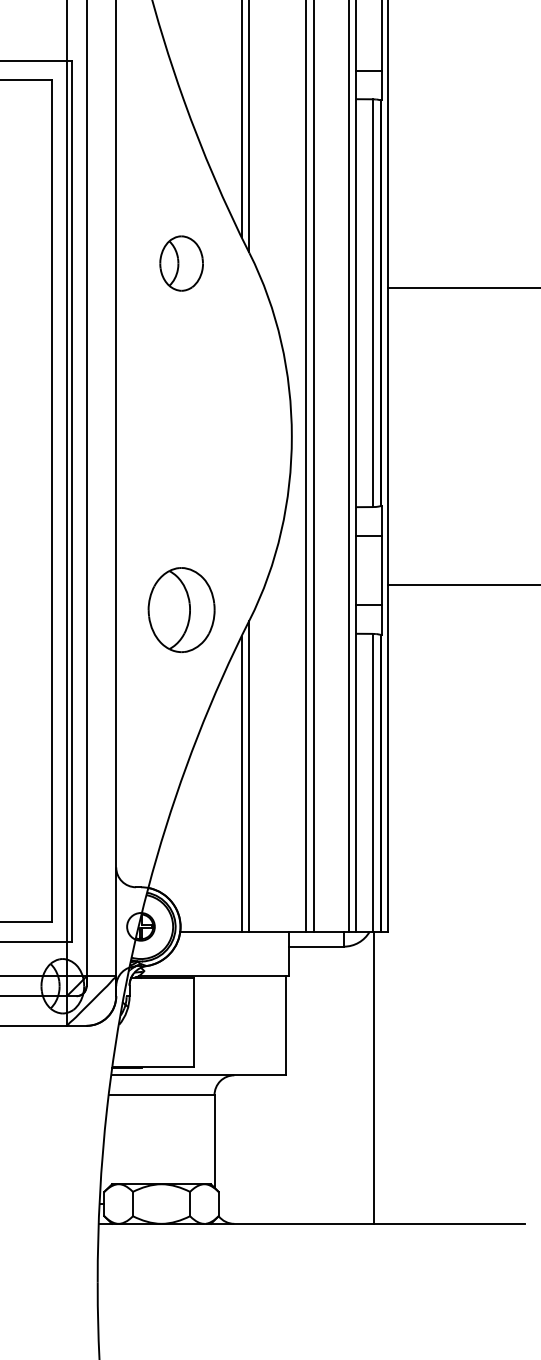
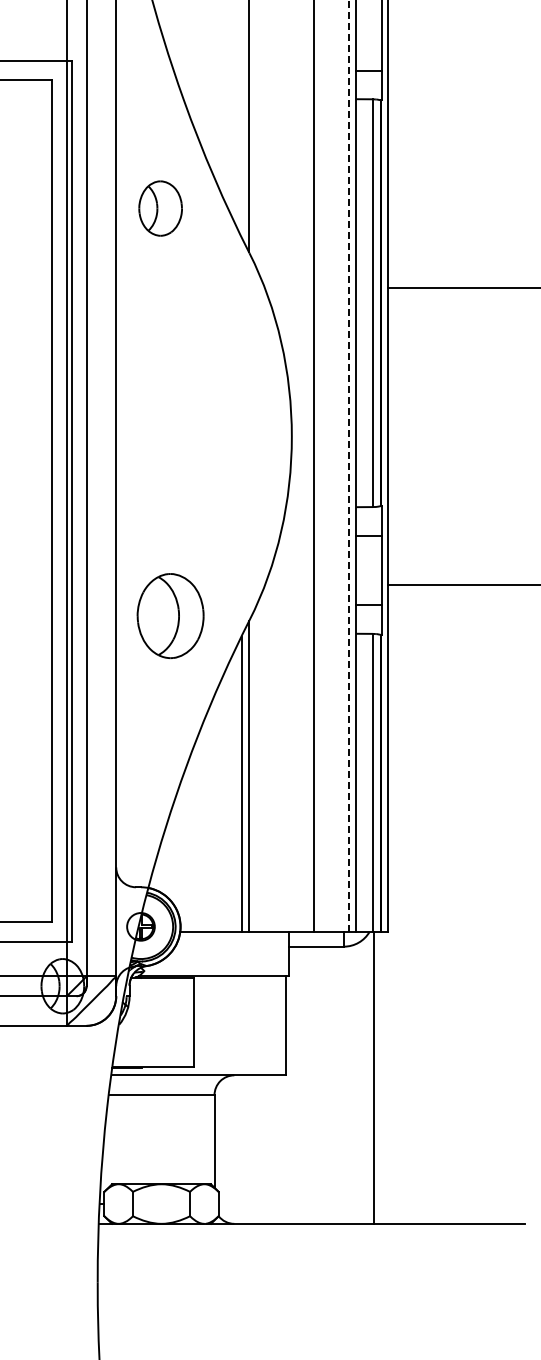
line at (241, 119): present -> none
part at (181, 263) position: (181, 263) -> (160, 208)
line at (306, 466): present -> none
line at (348, 466): solid -> dashed
part at (181, 609) position: (181, 609) -> (170, 615)
